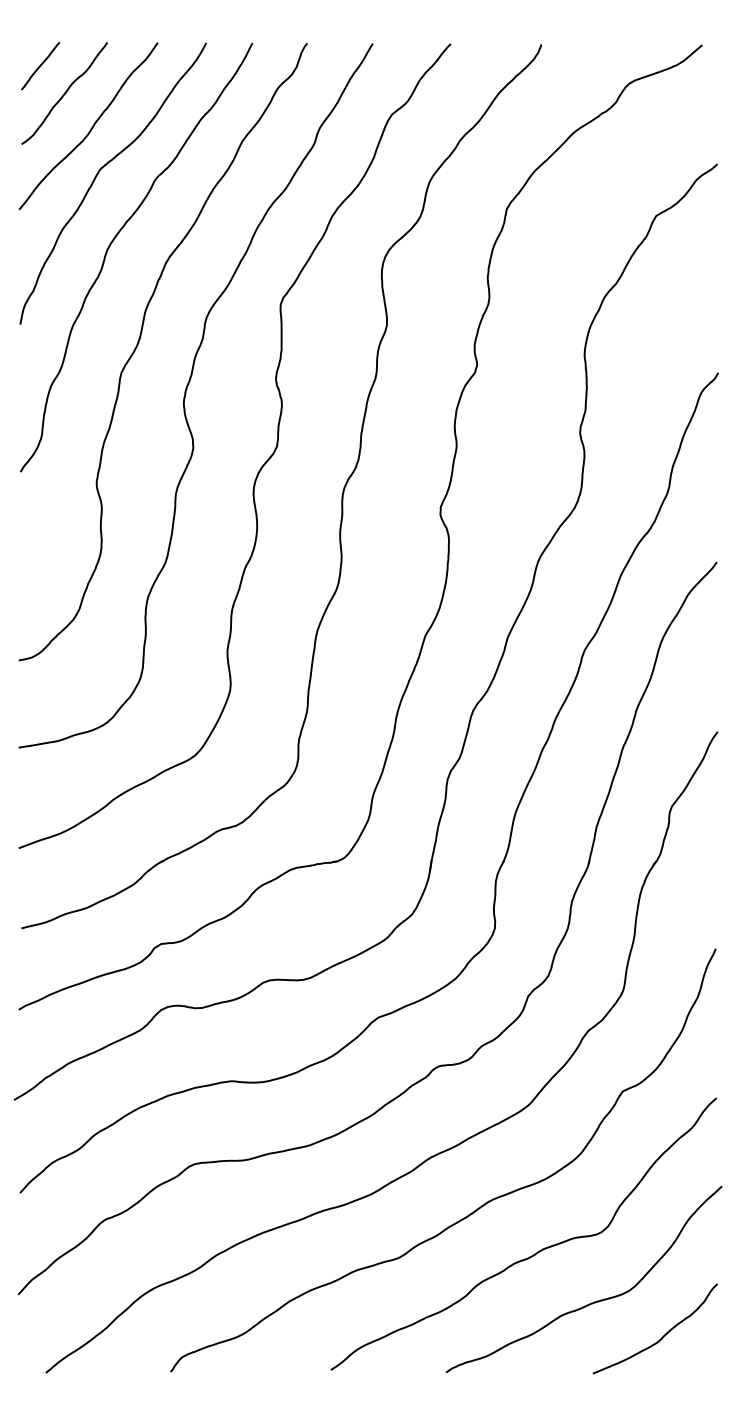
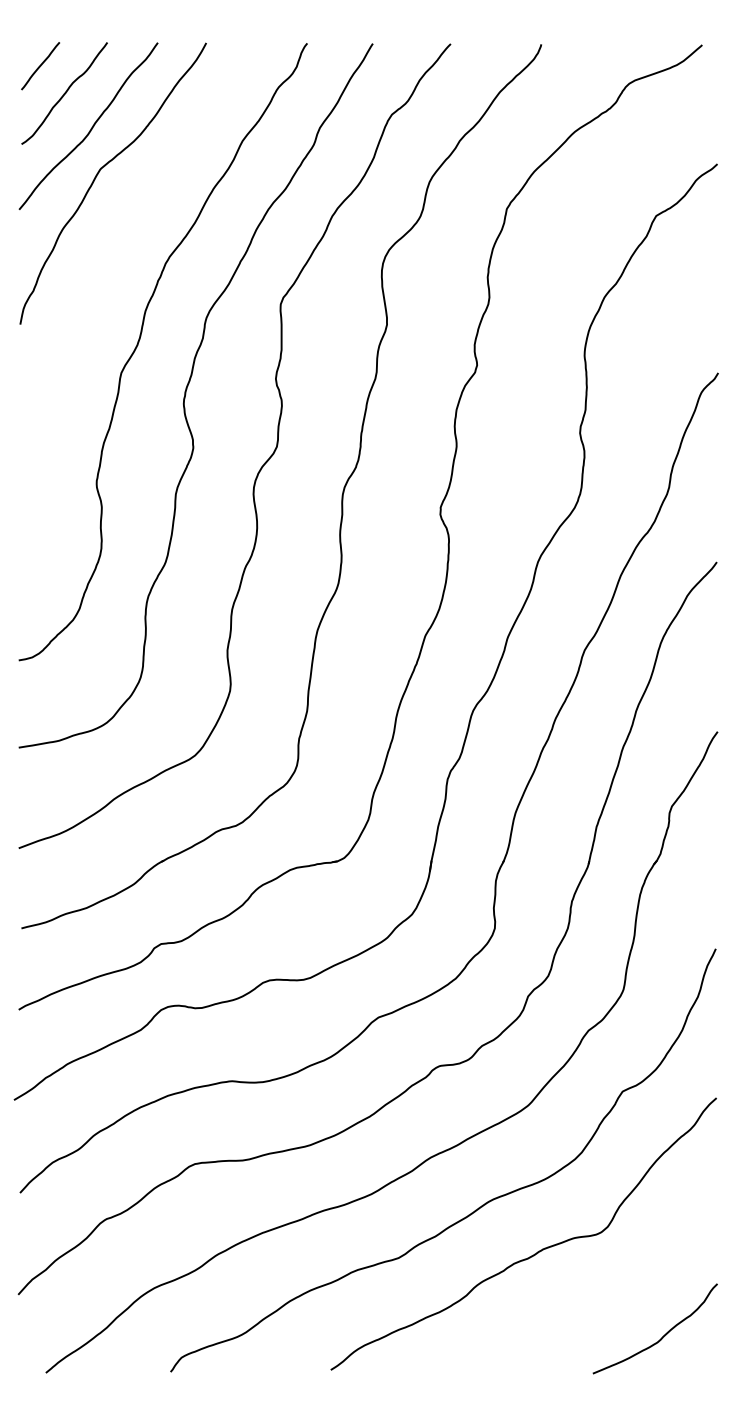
curve at (114, 240): present -> none
curve at (591, 1302): present -> none
